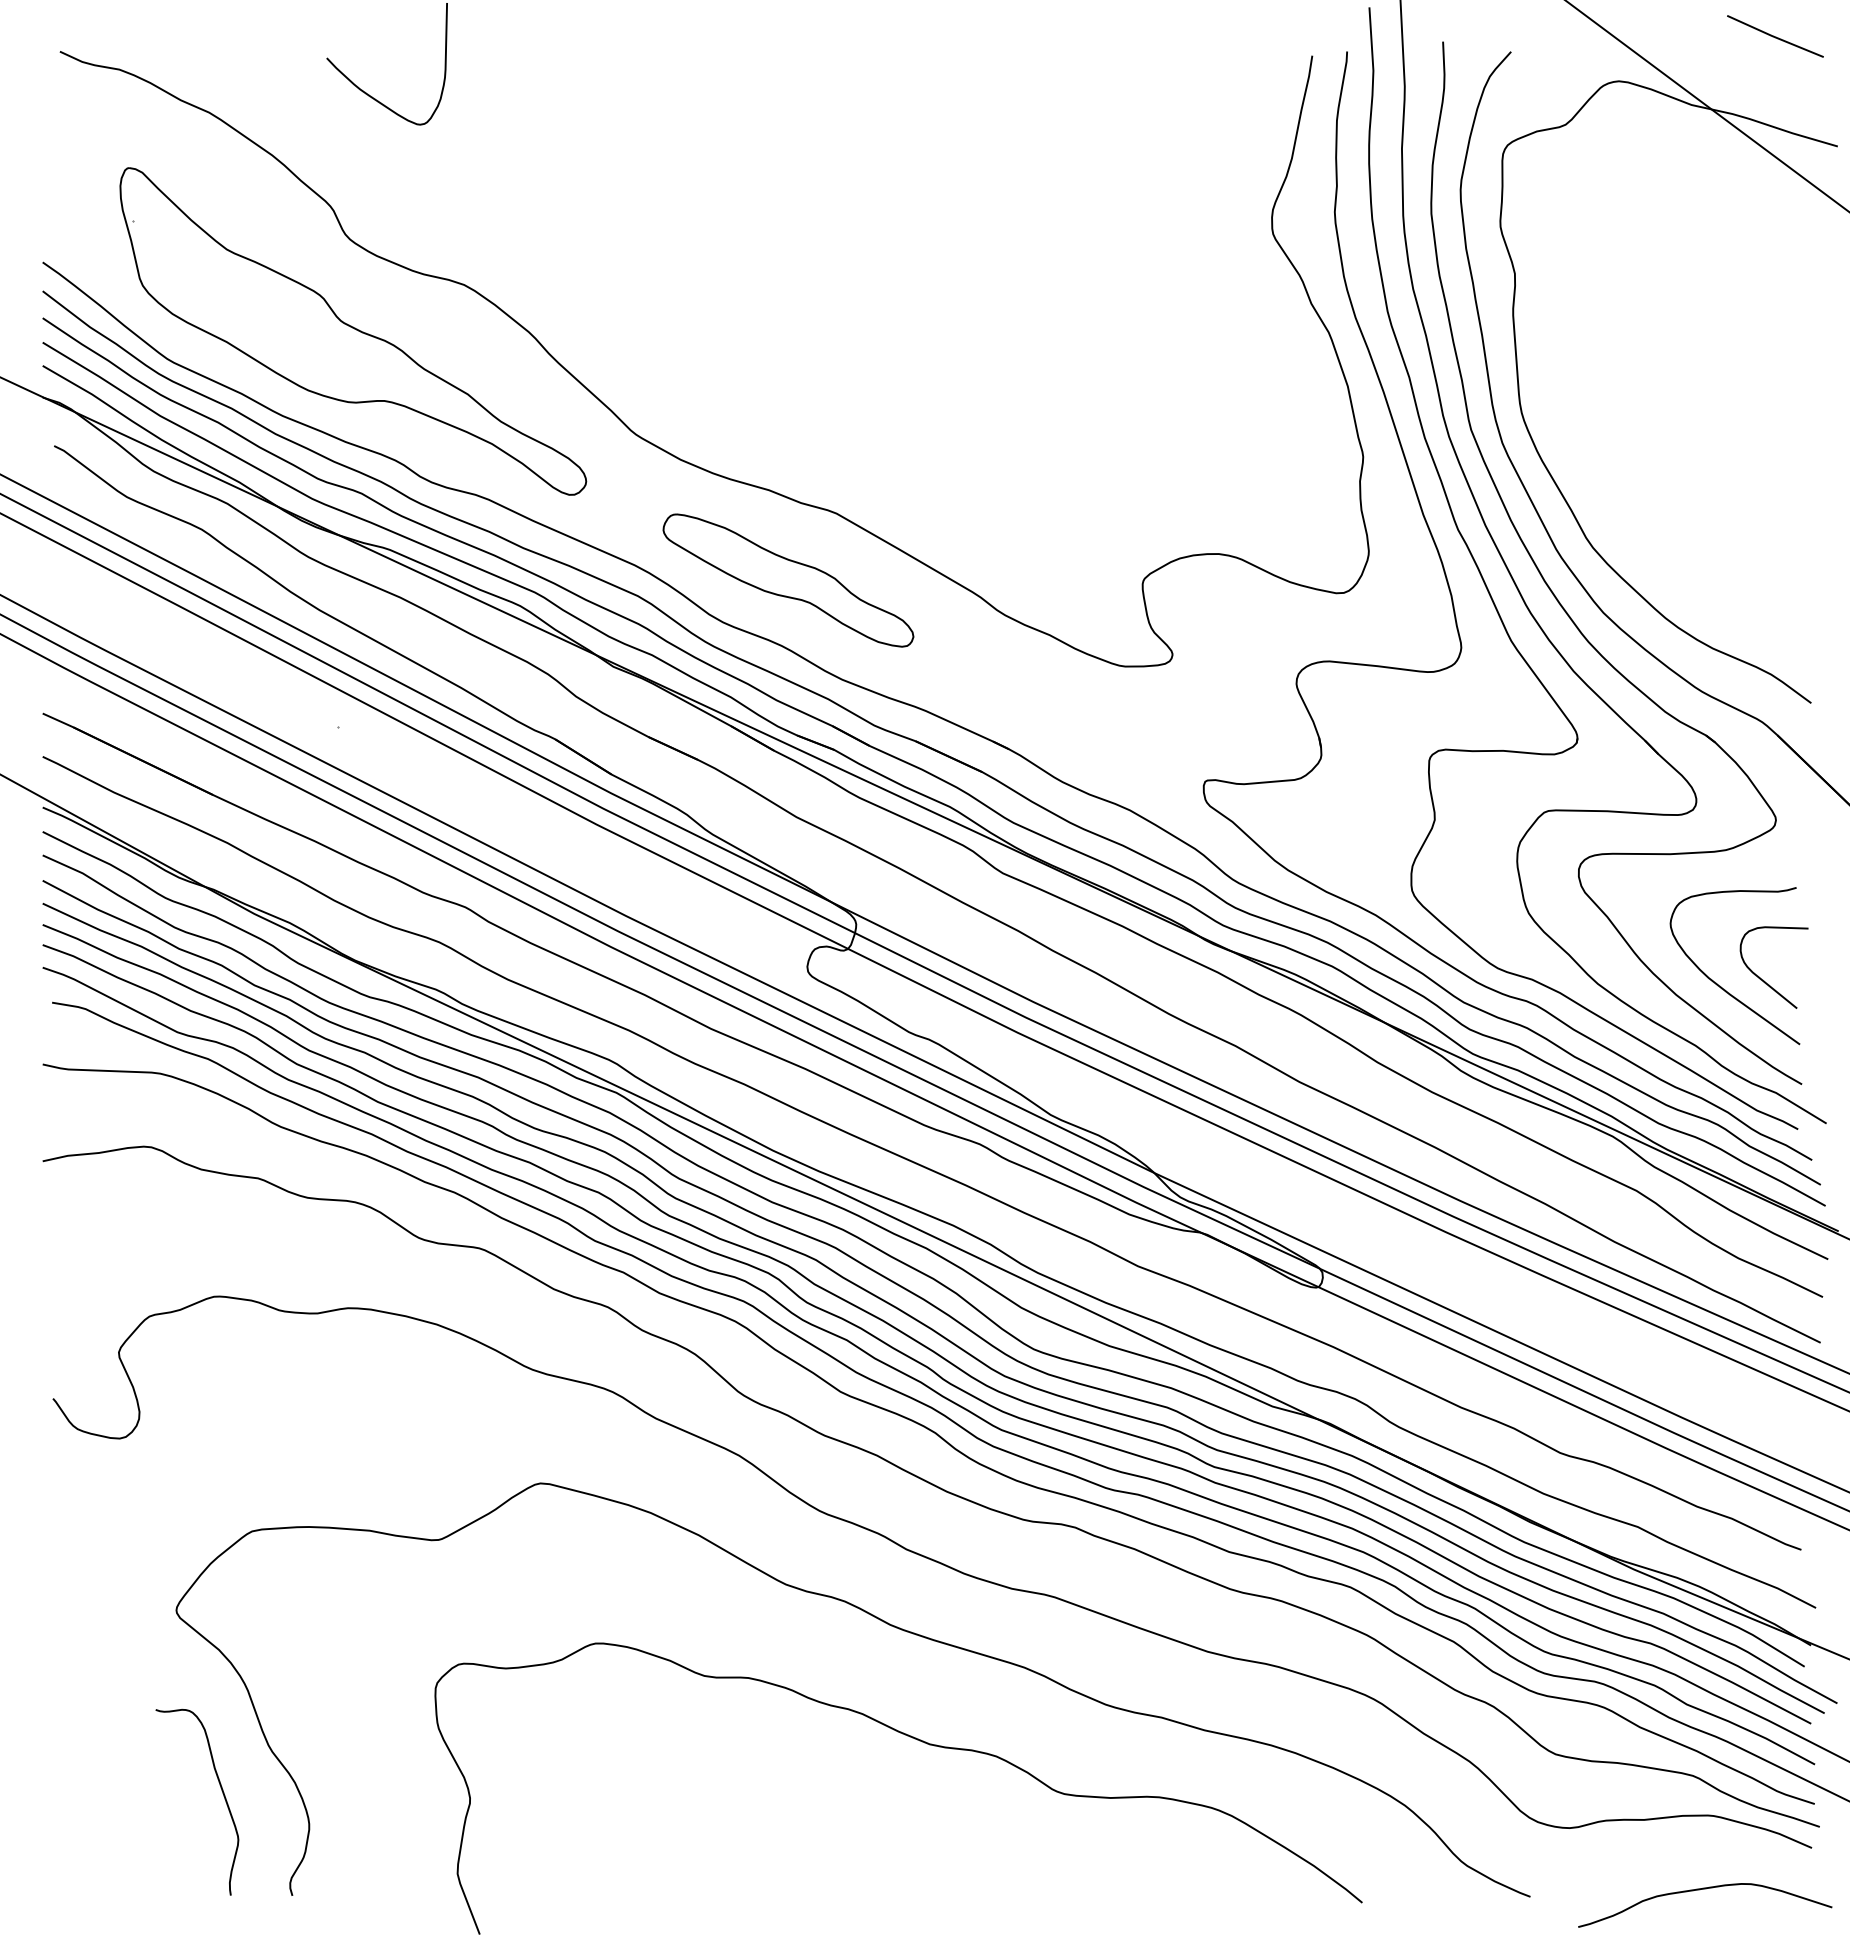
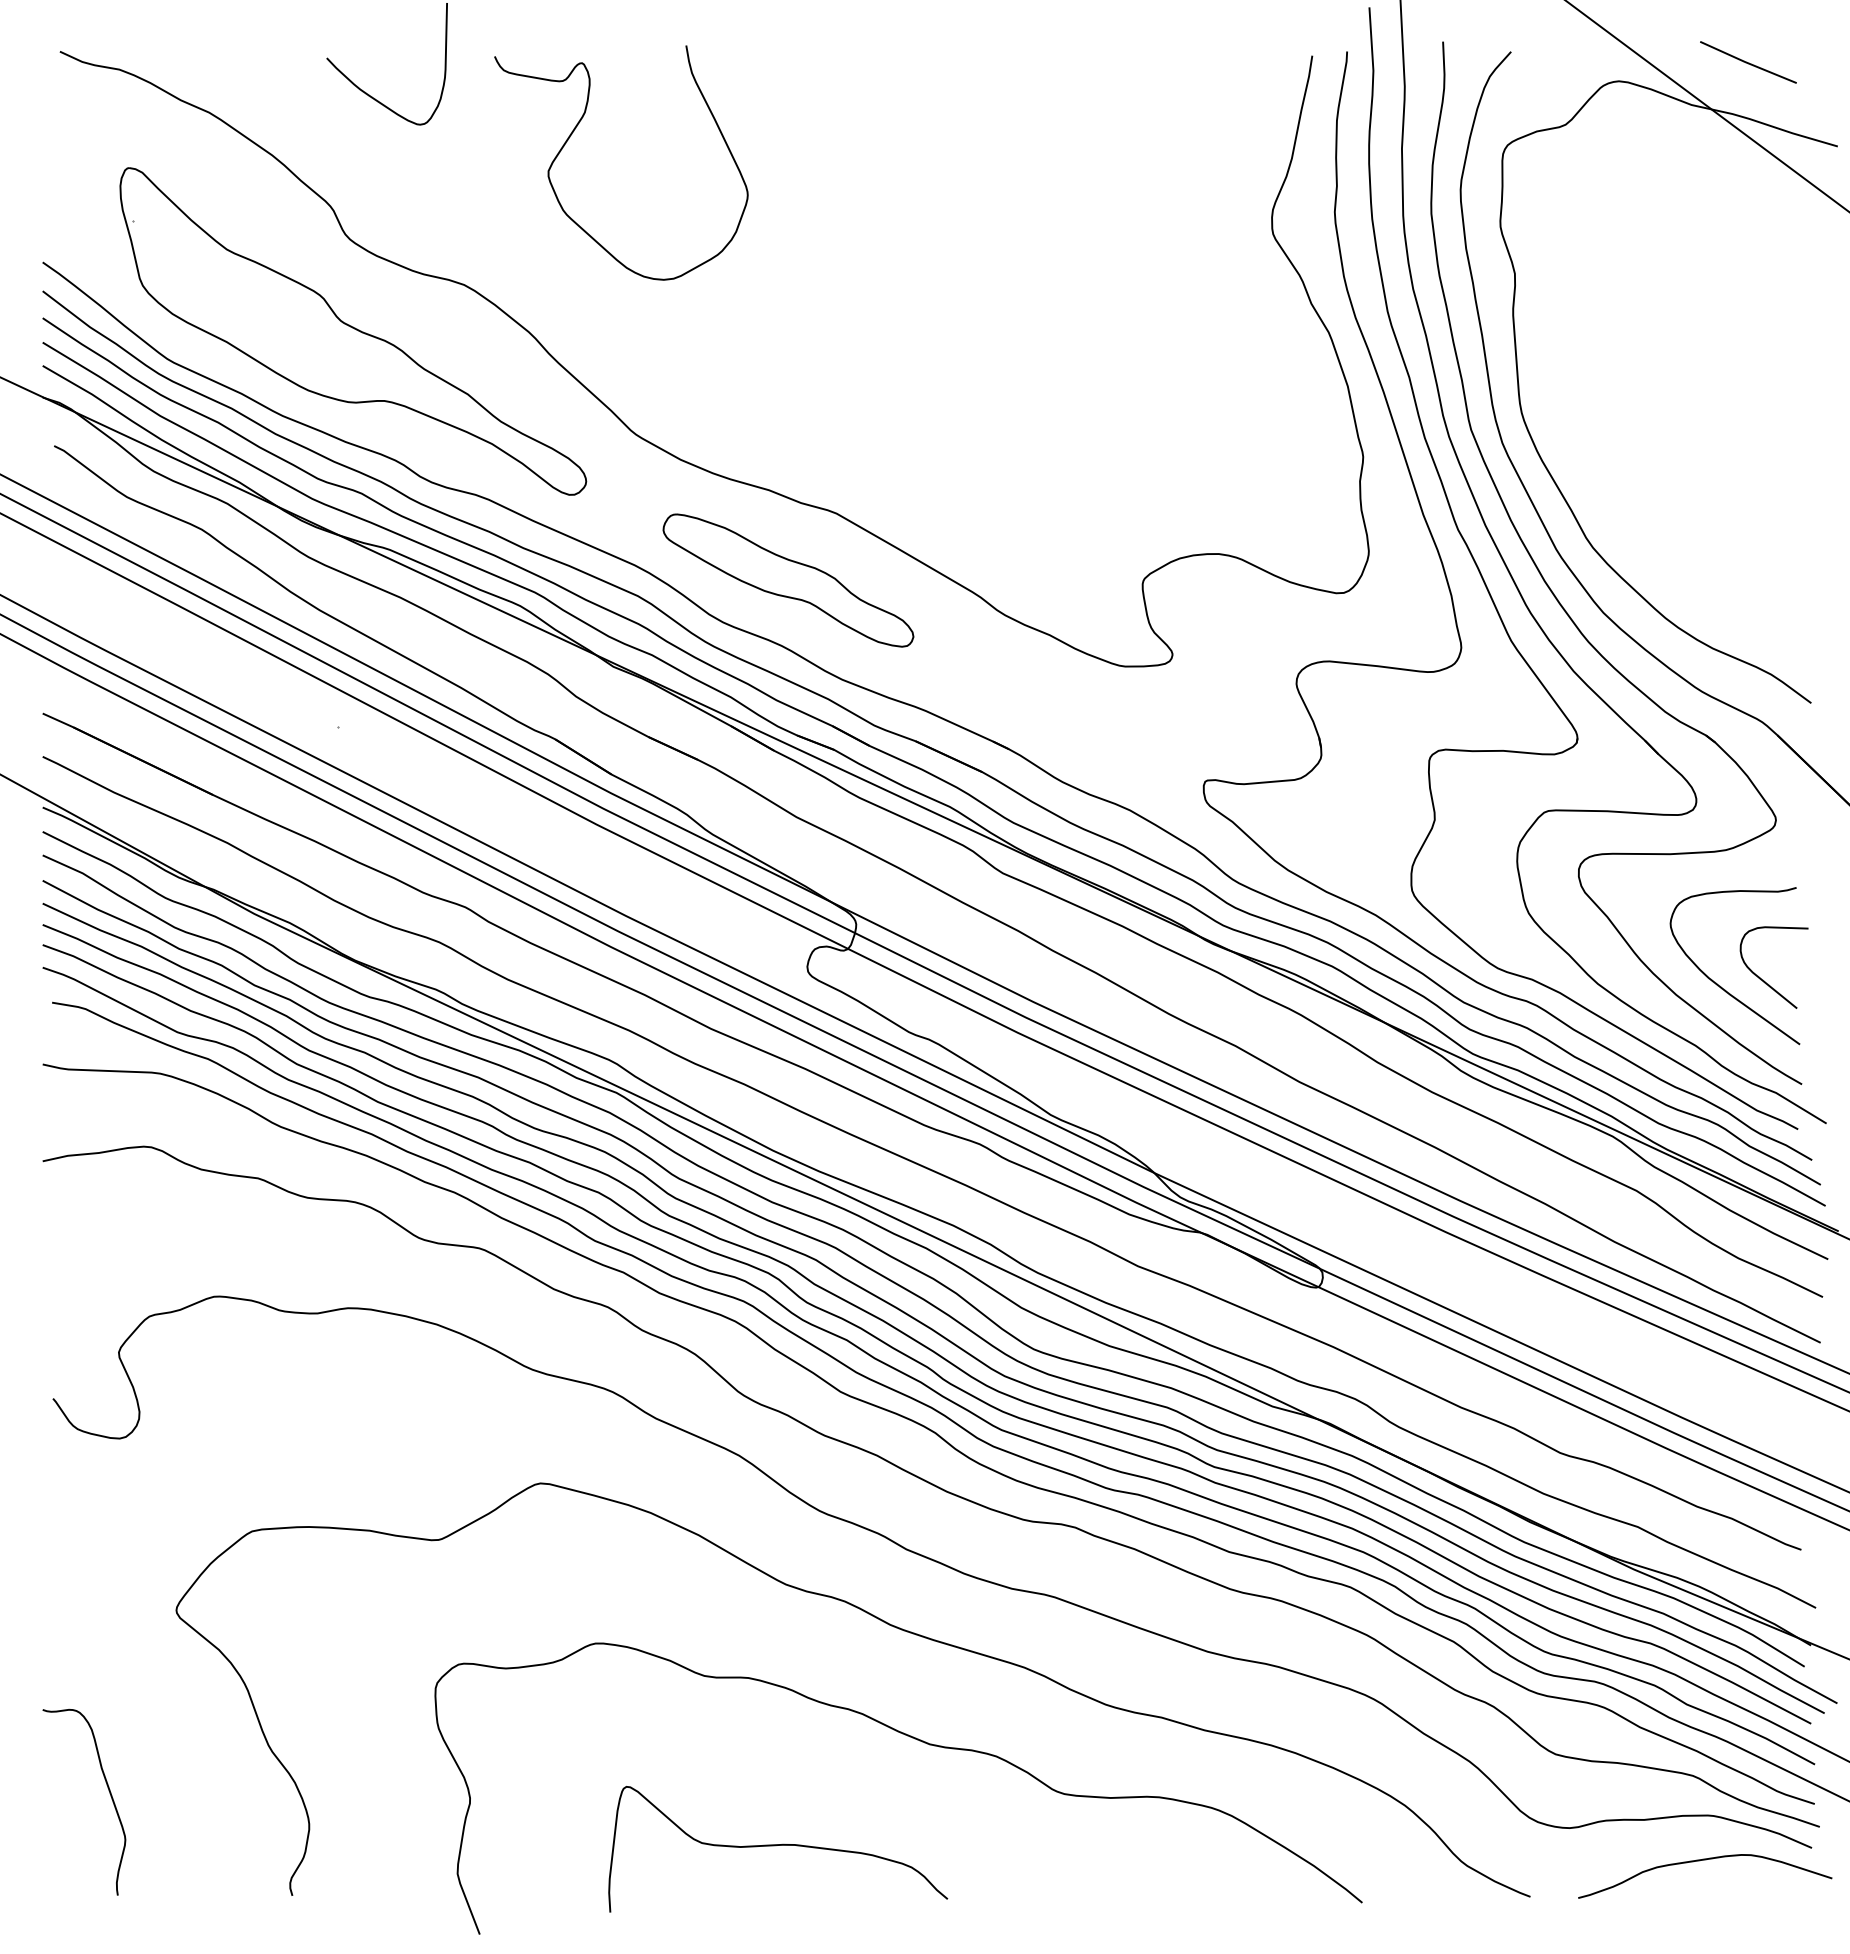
line at (1775, 36) position: (1775, 36) -> (1748, 62)
curve at (574, 131): none -> present
curve at (222, 1793) position: (222, 1793) -> (109, 1793)
curve at (778, 1845): none -> present
curve at (1705, 1889) position: (1705, 1889) -> (1705, 1860)
